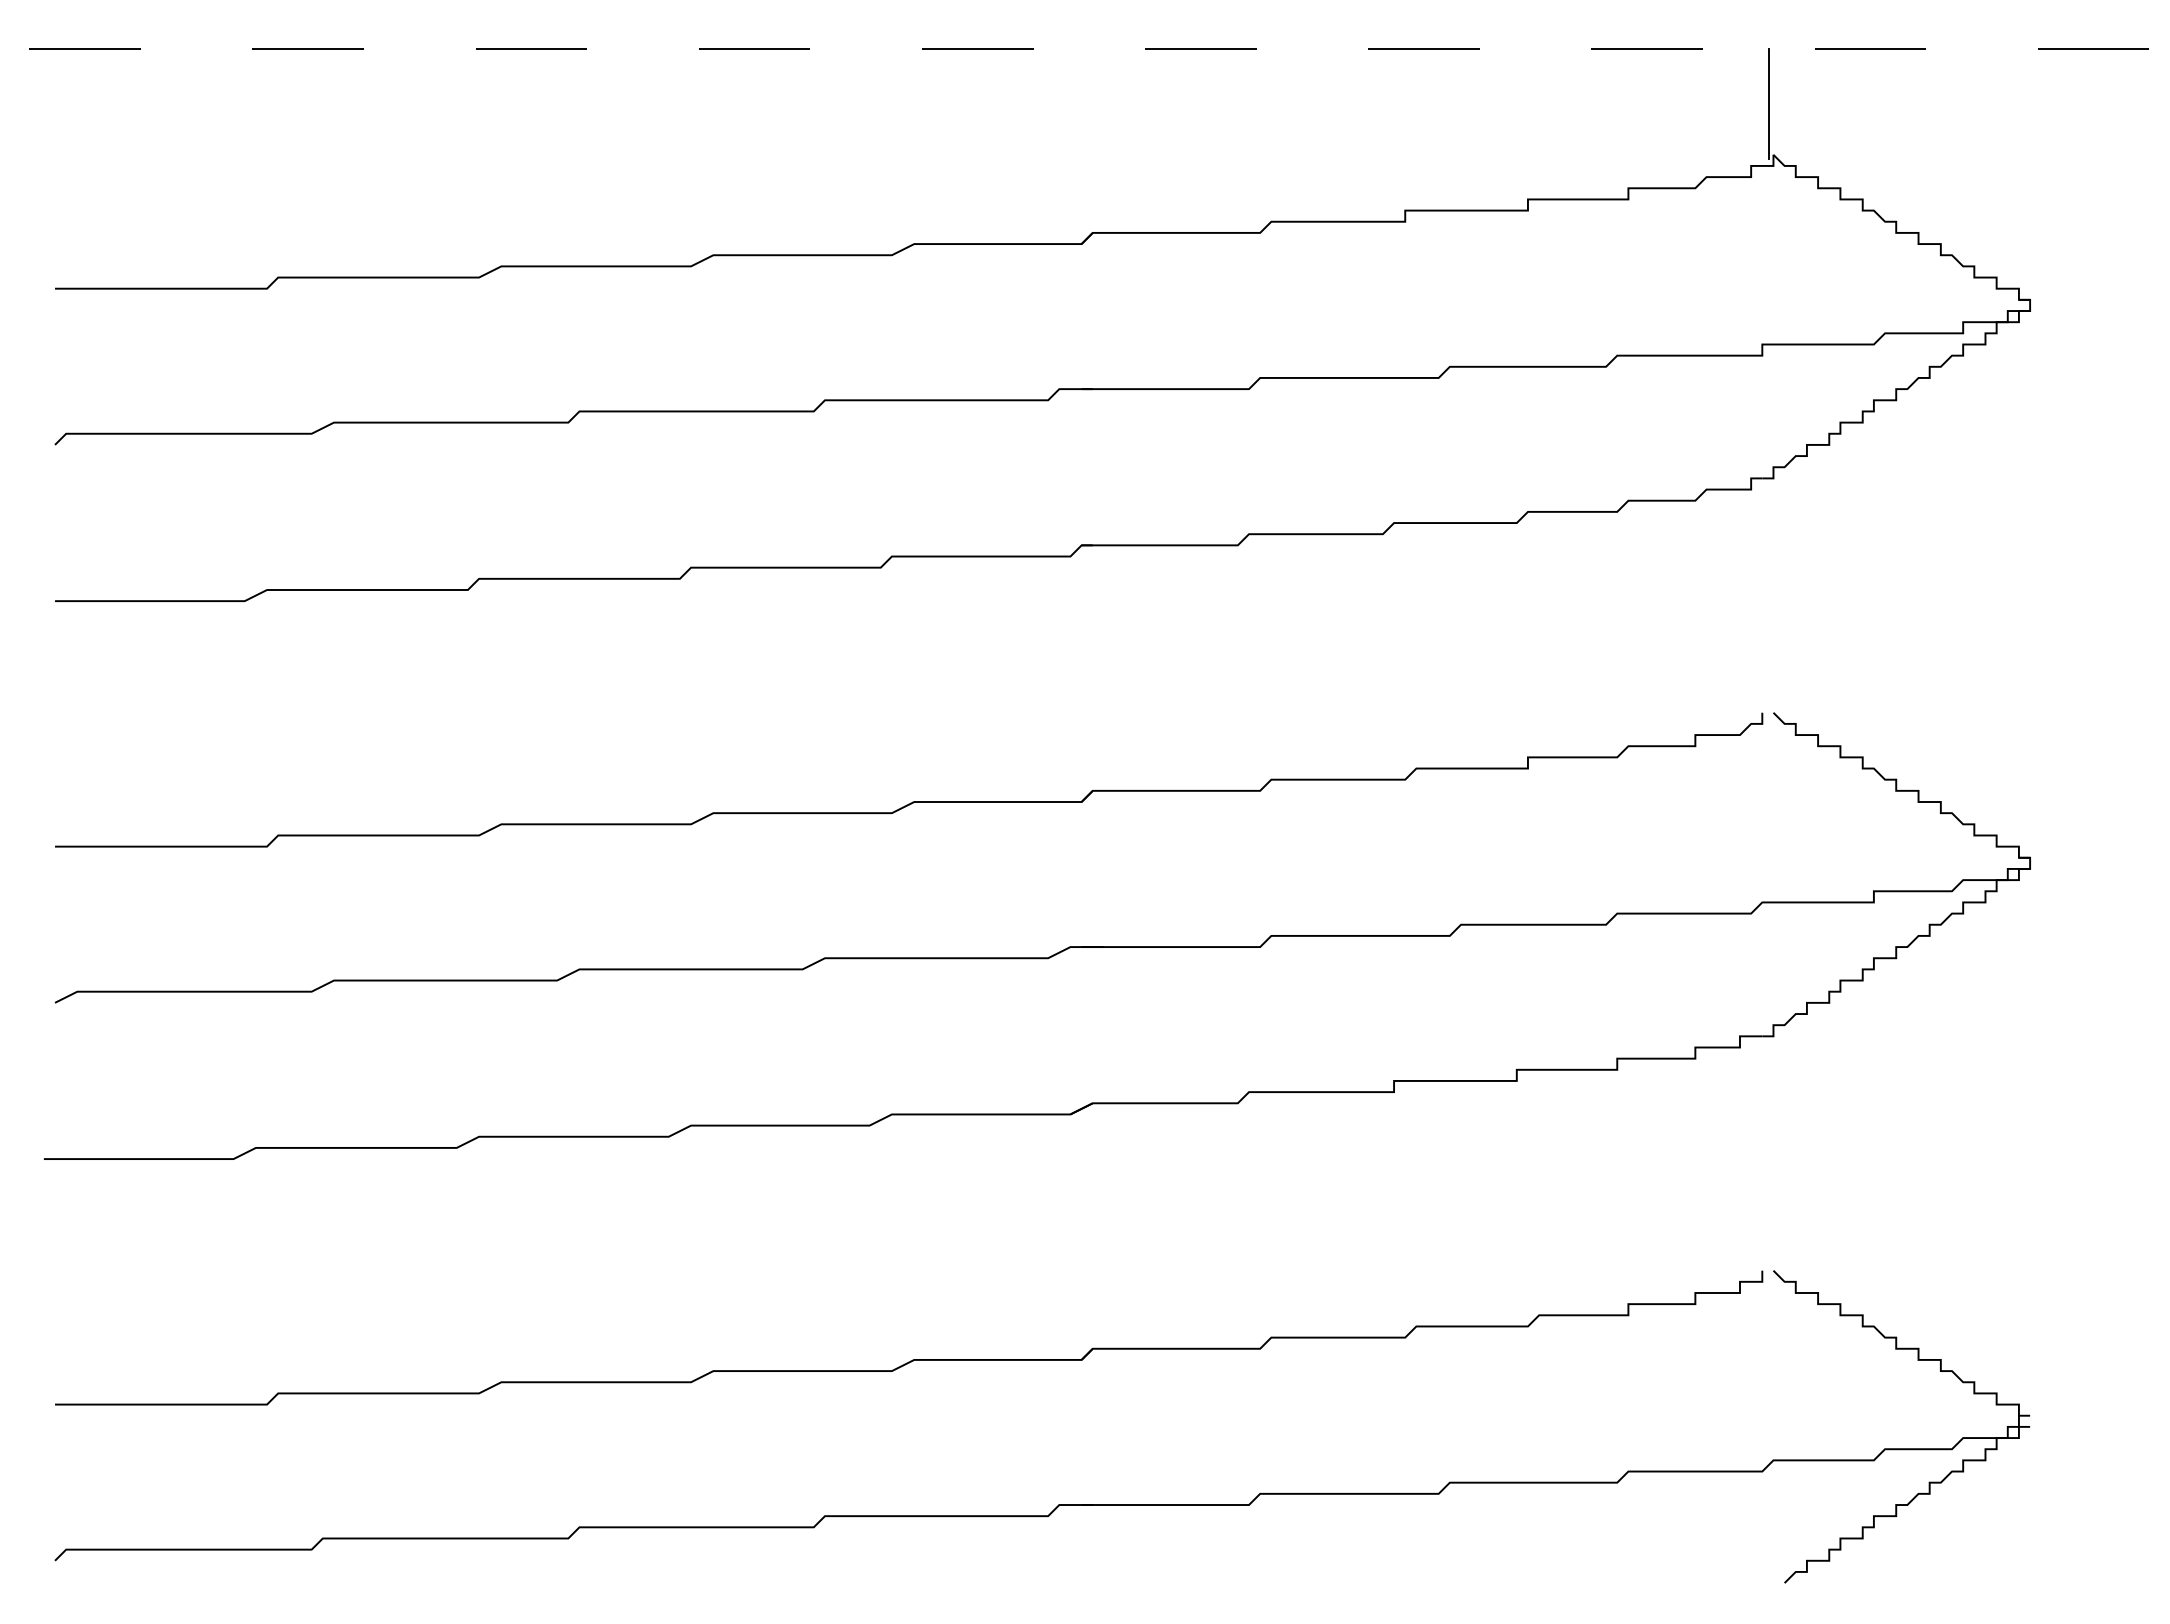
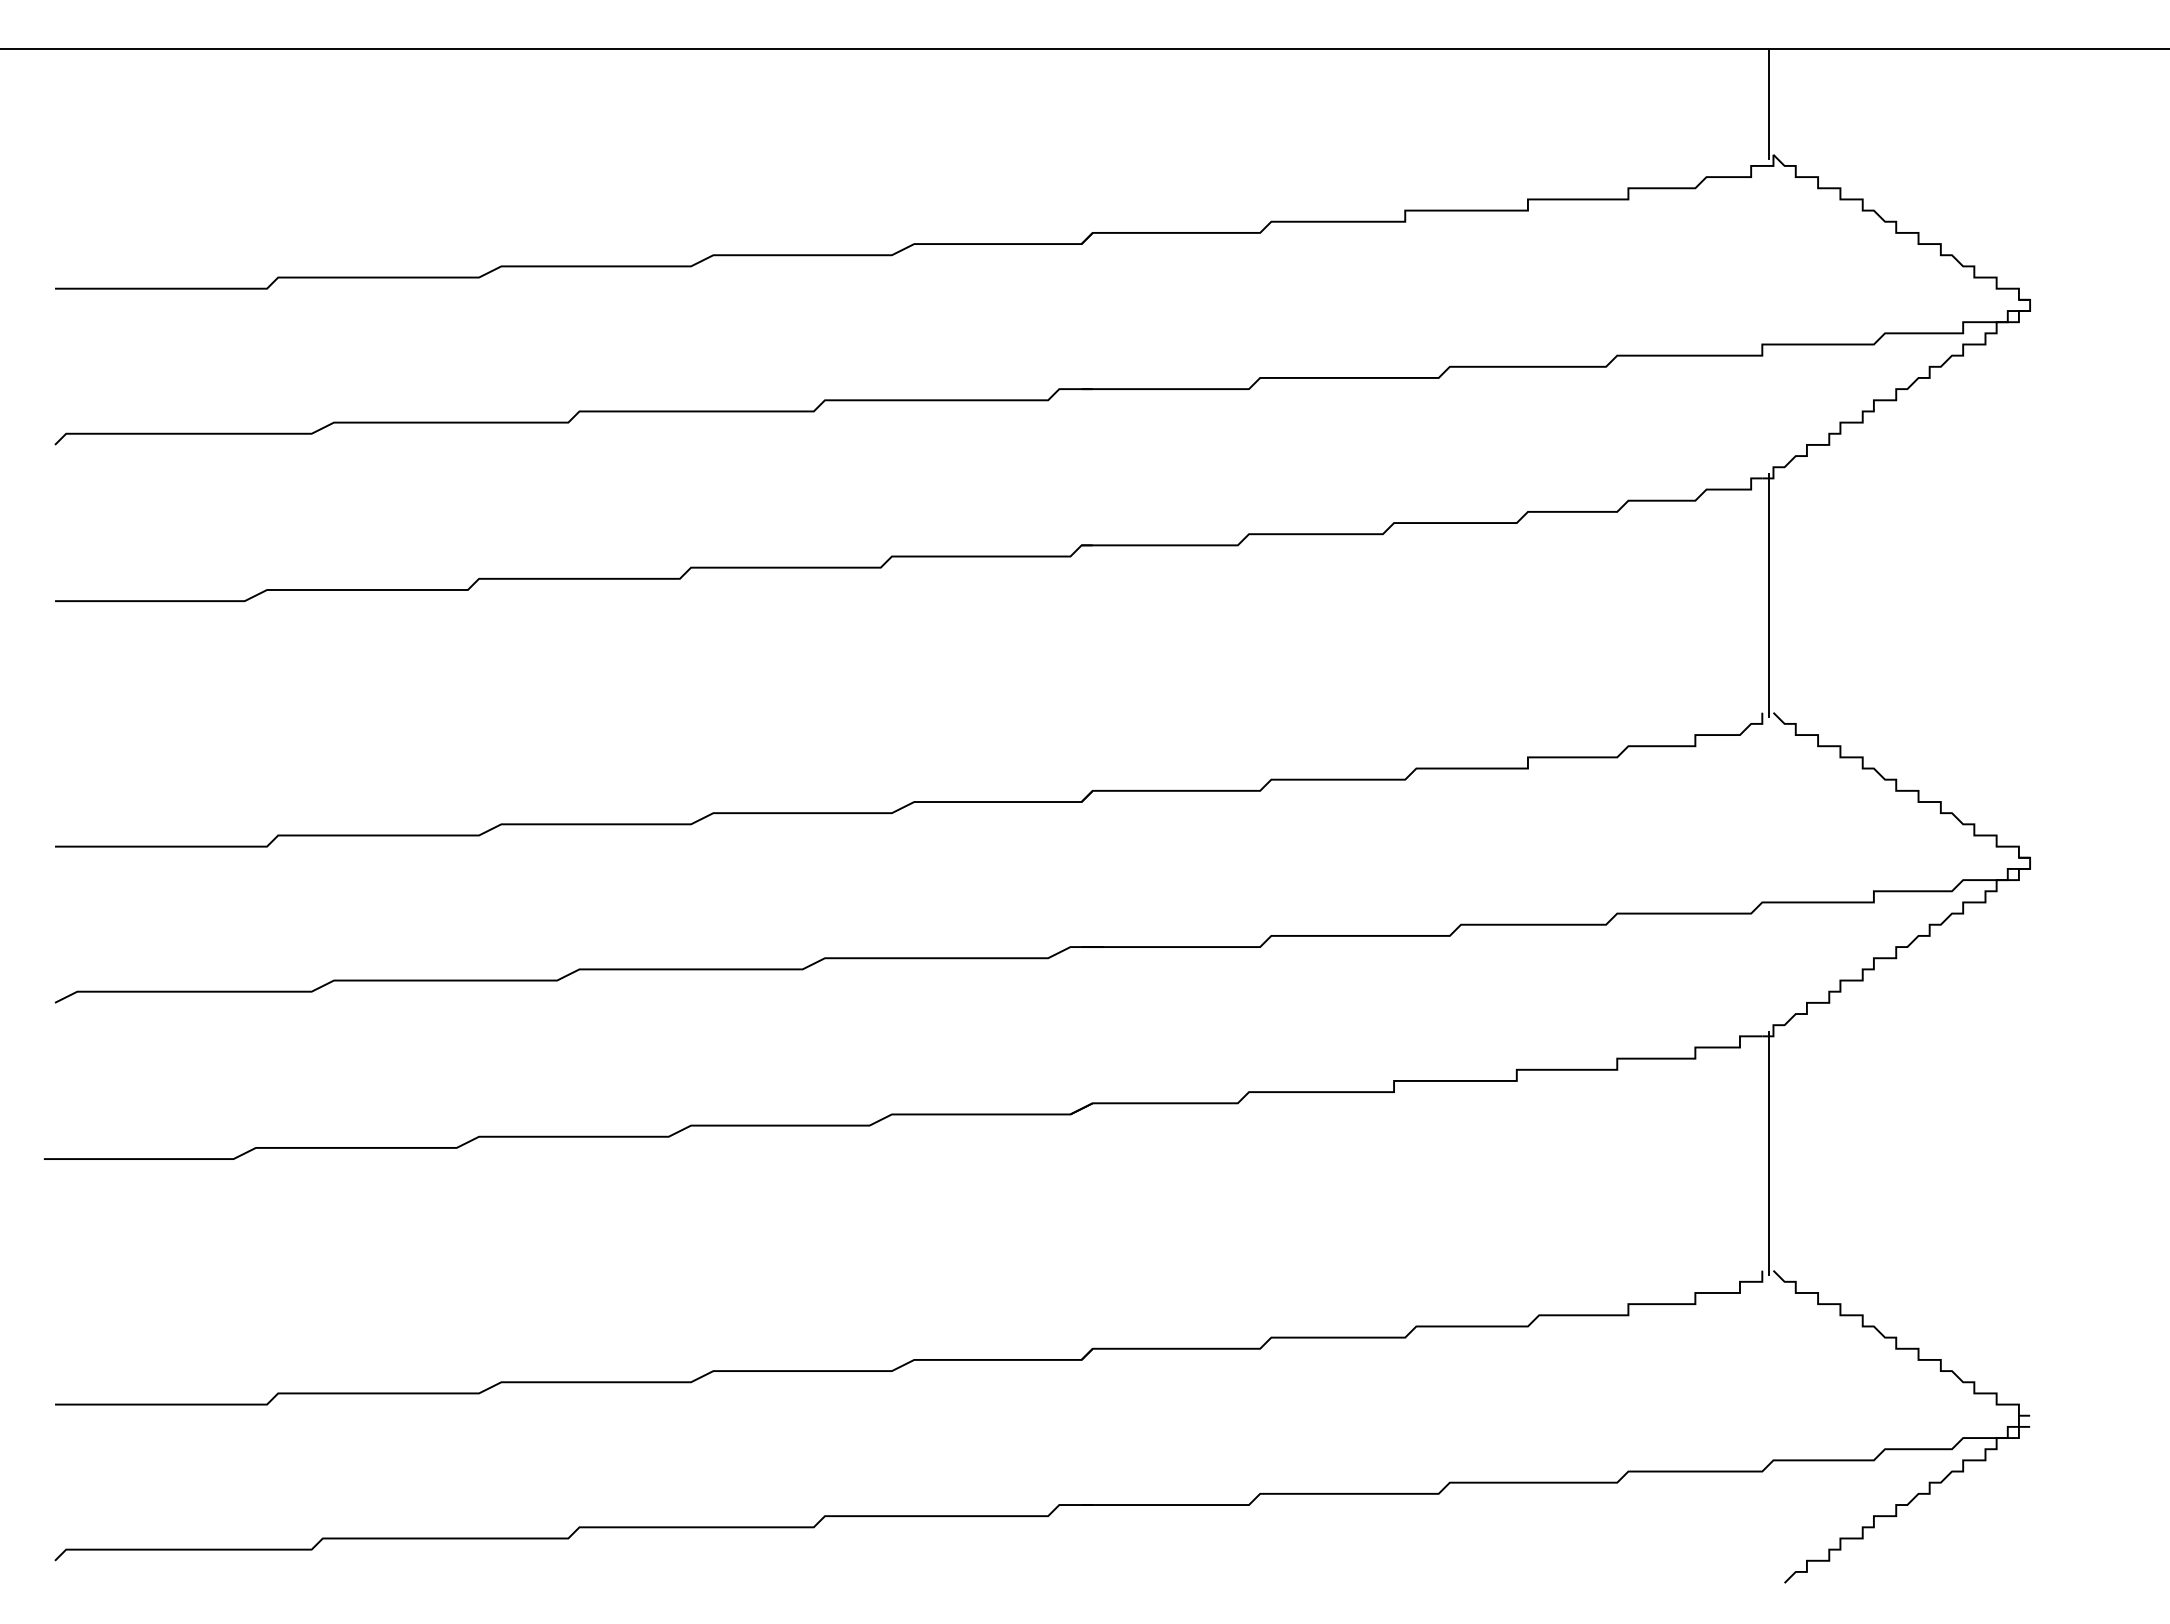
line at (1085, 48): dashed -> solid
line at (1769, 595): none -> present
line at (1769, 1153): none -> present
